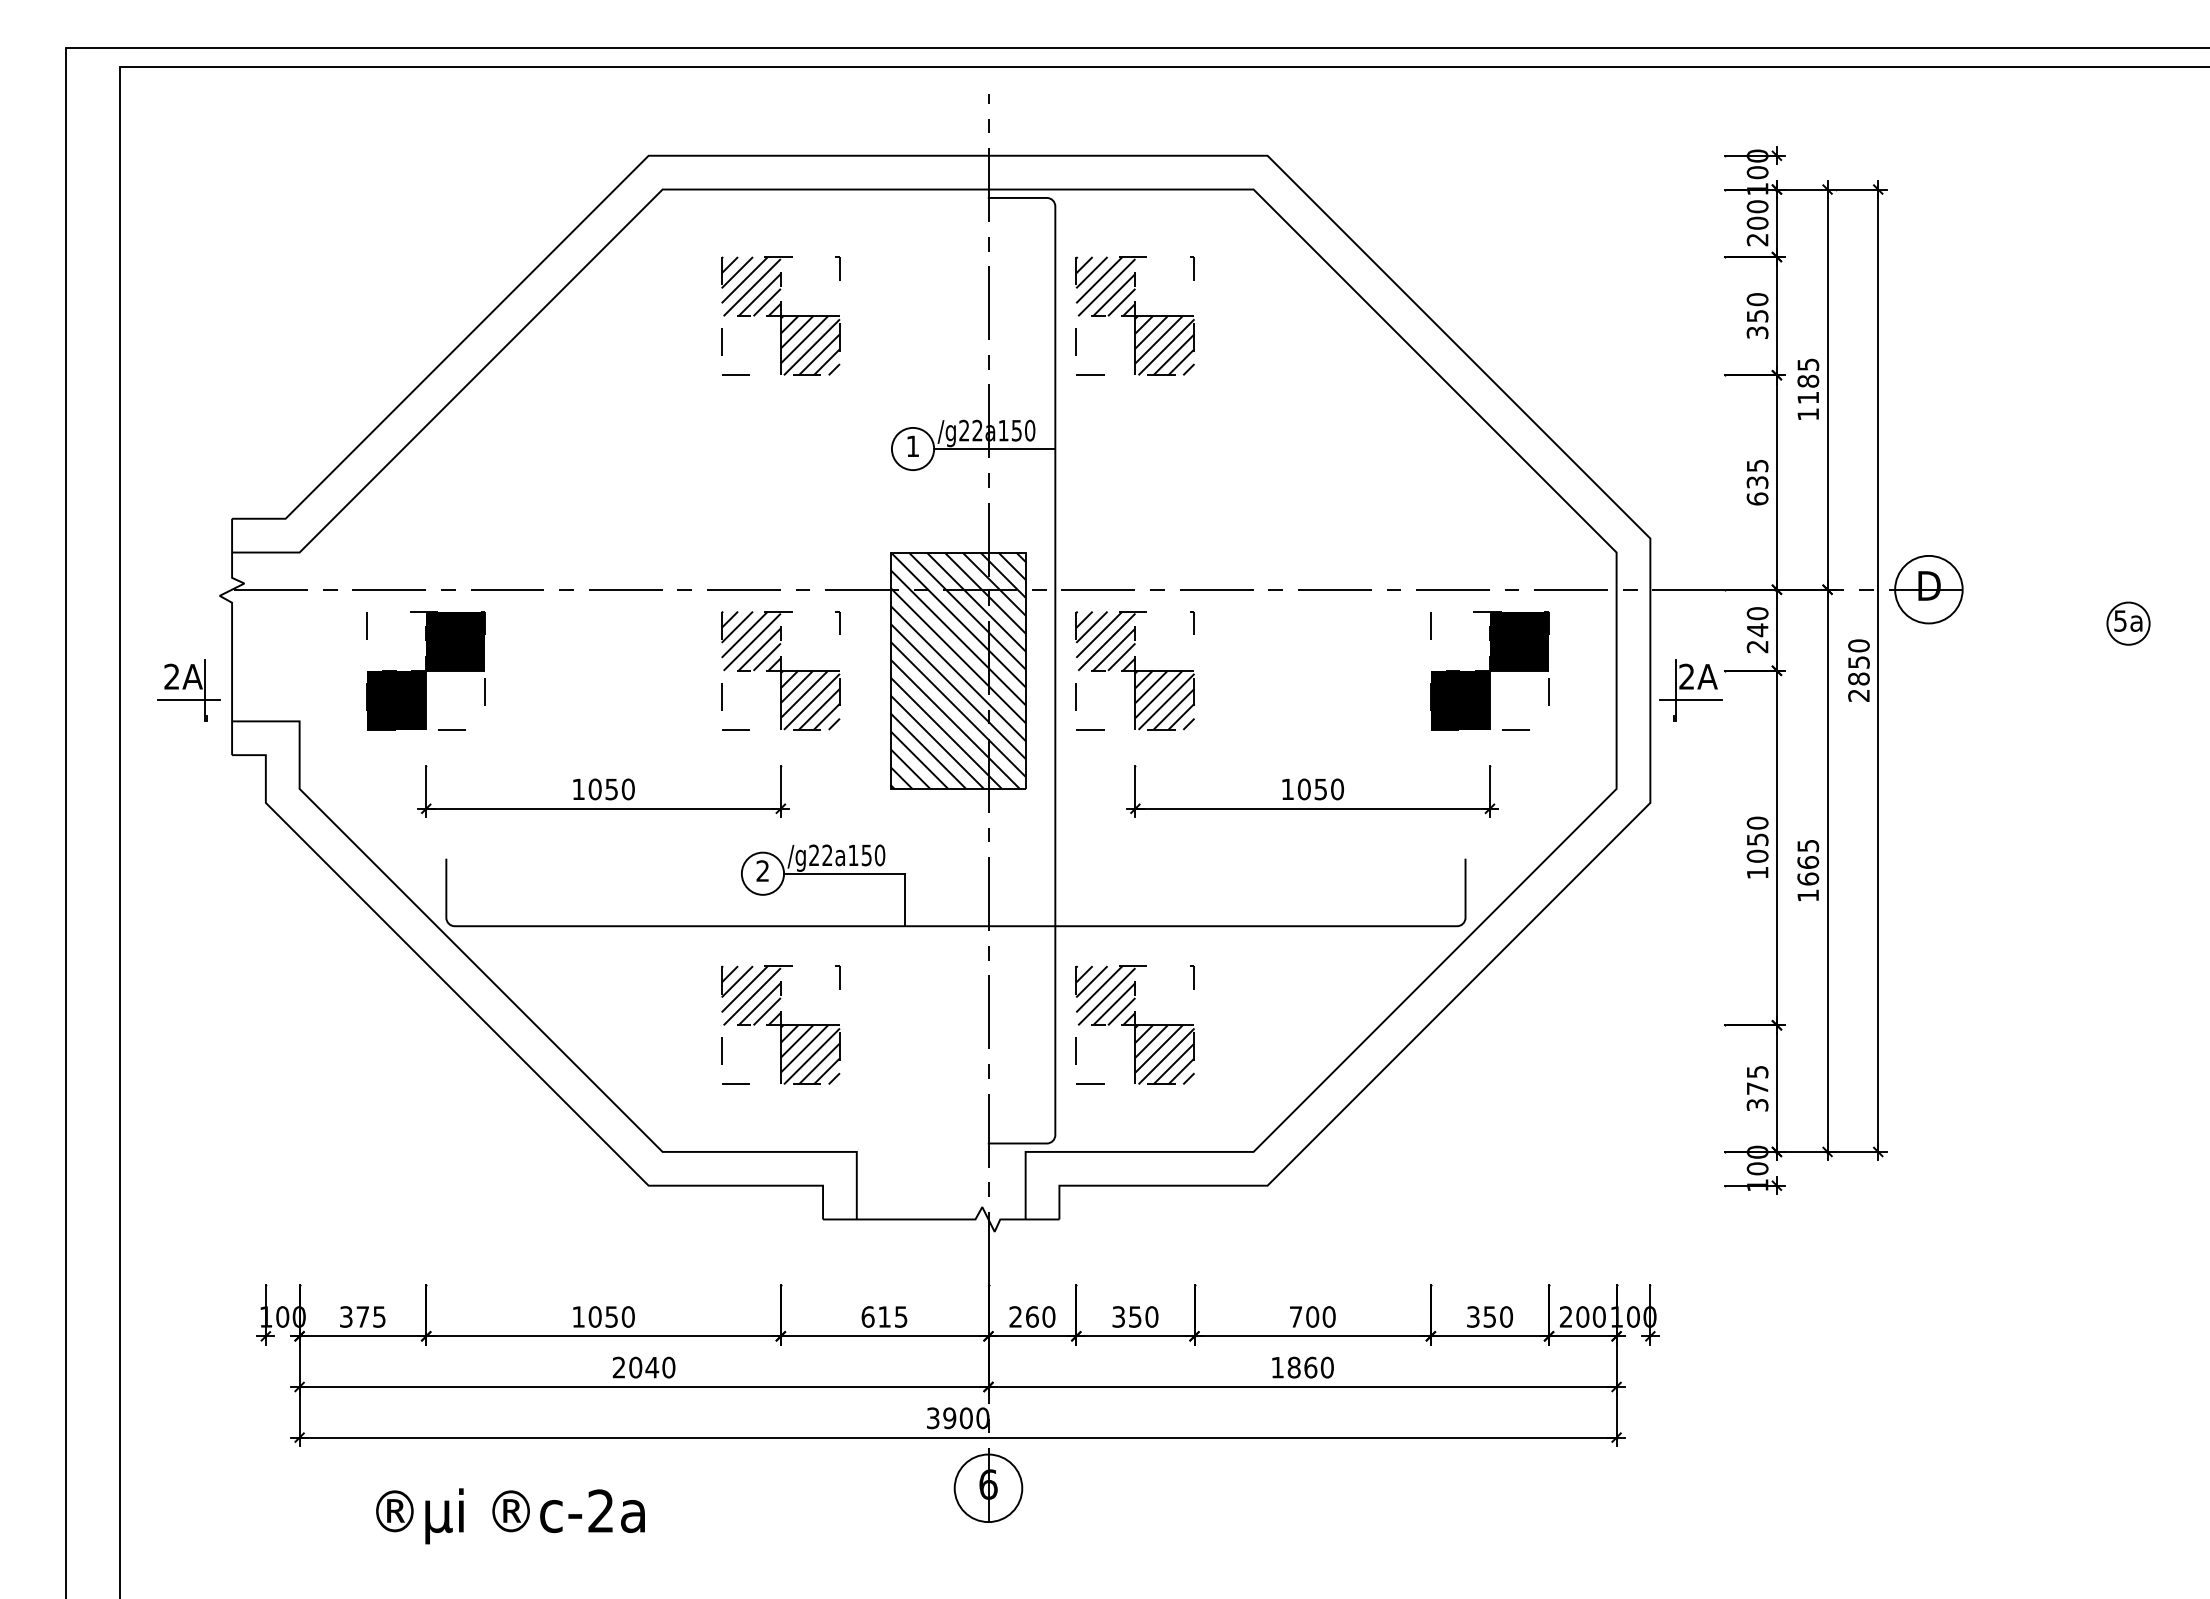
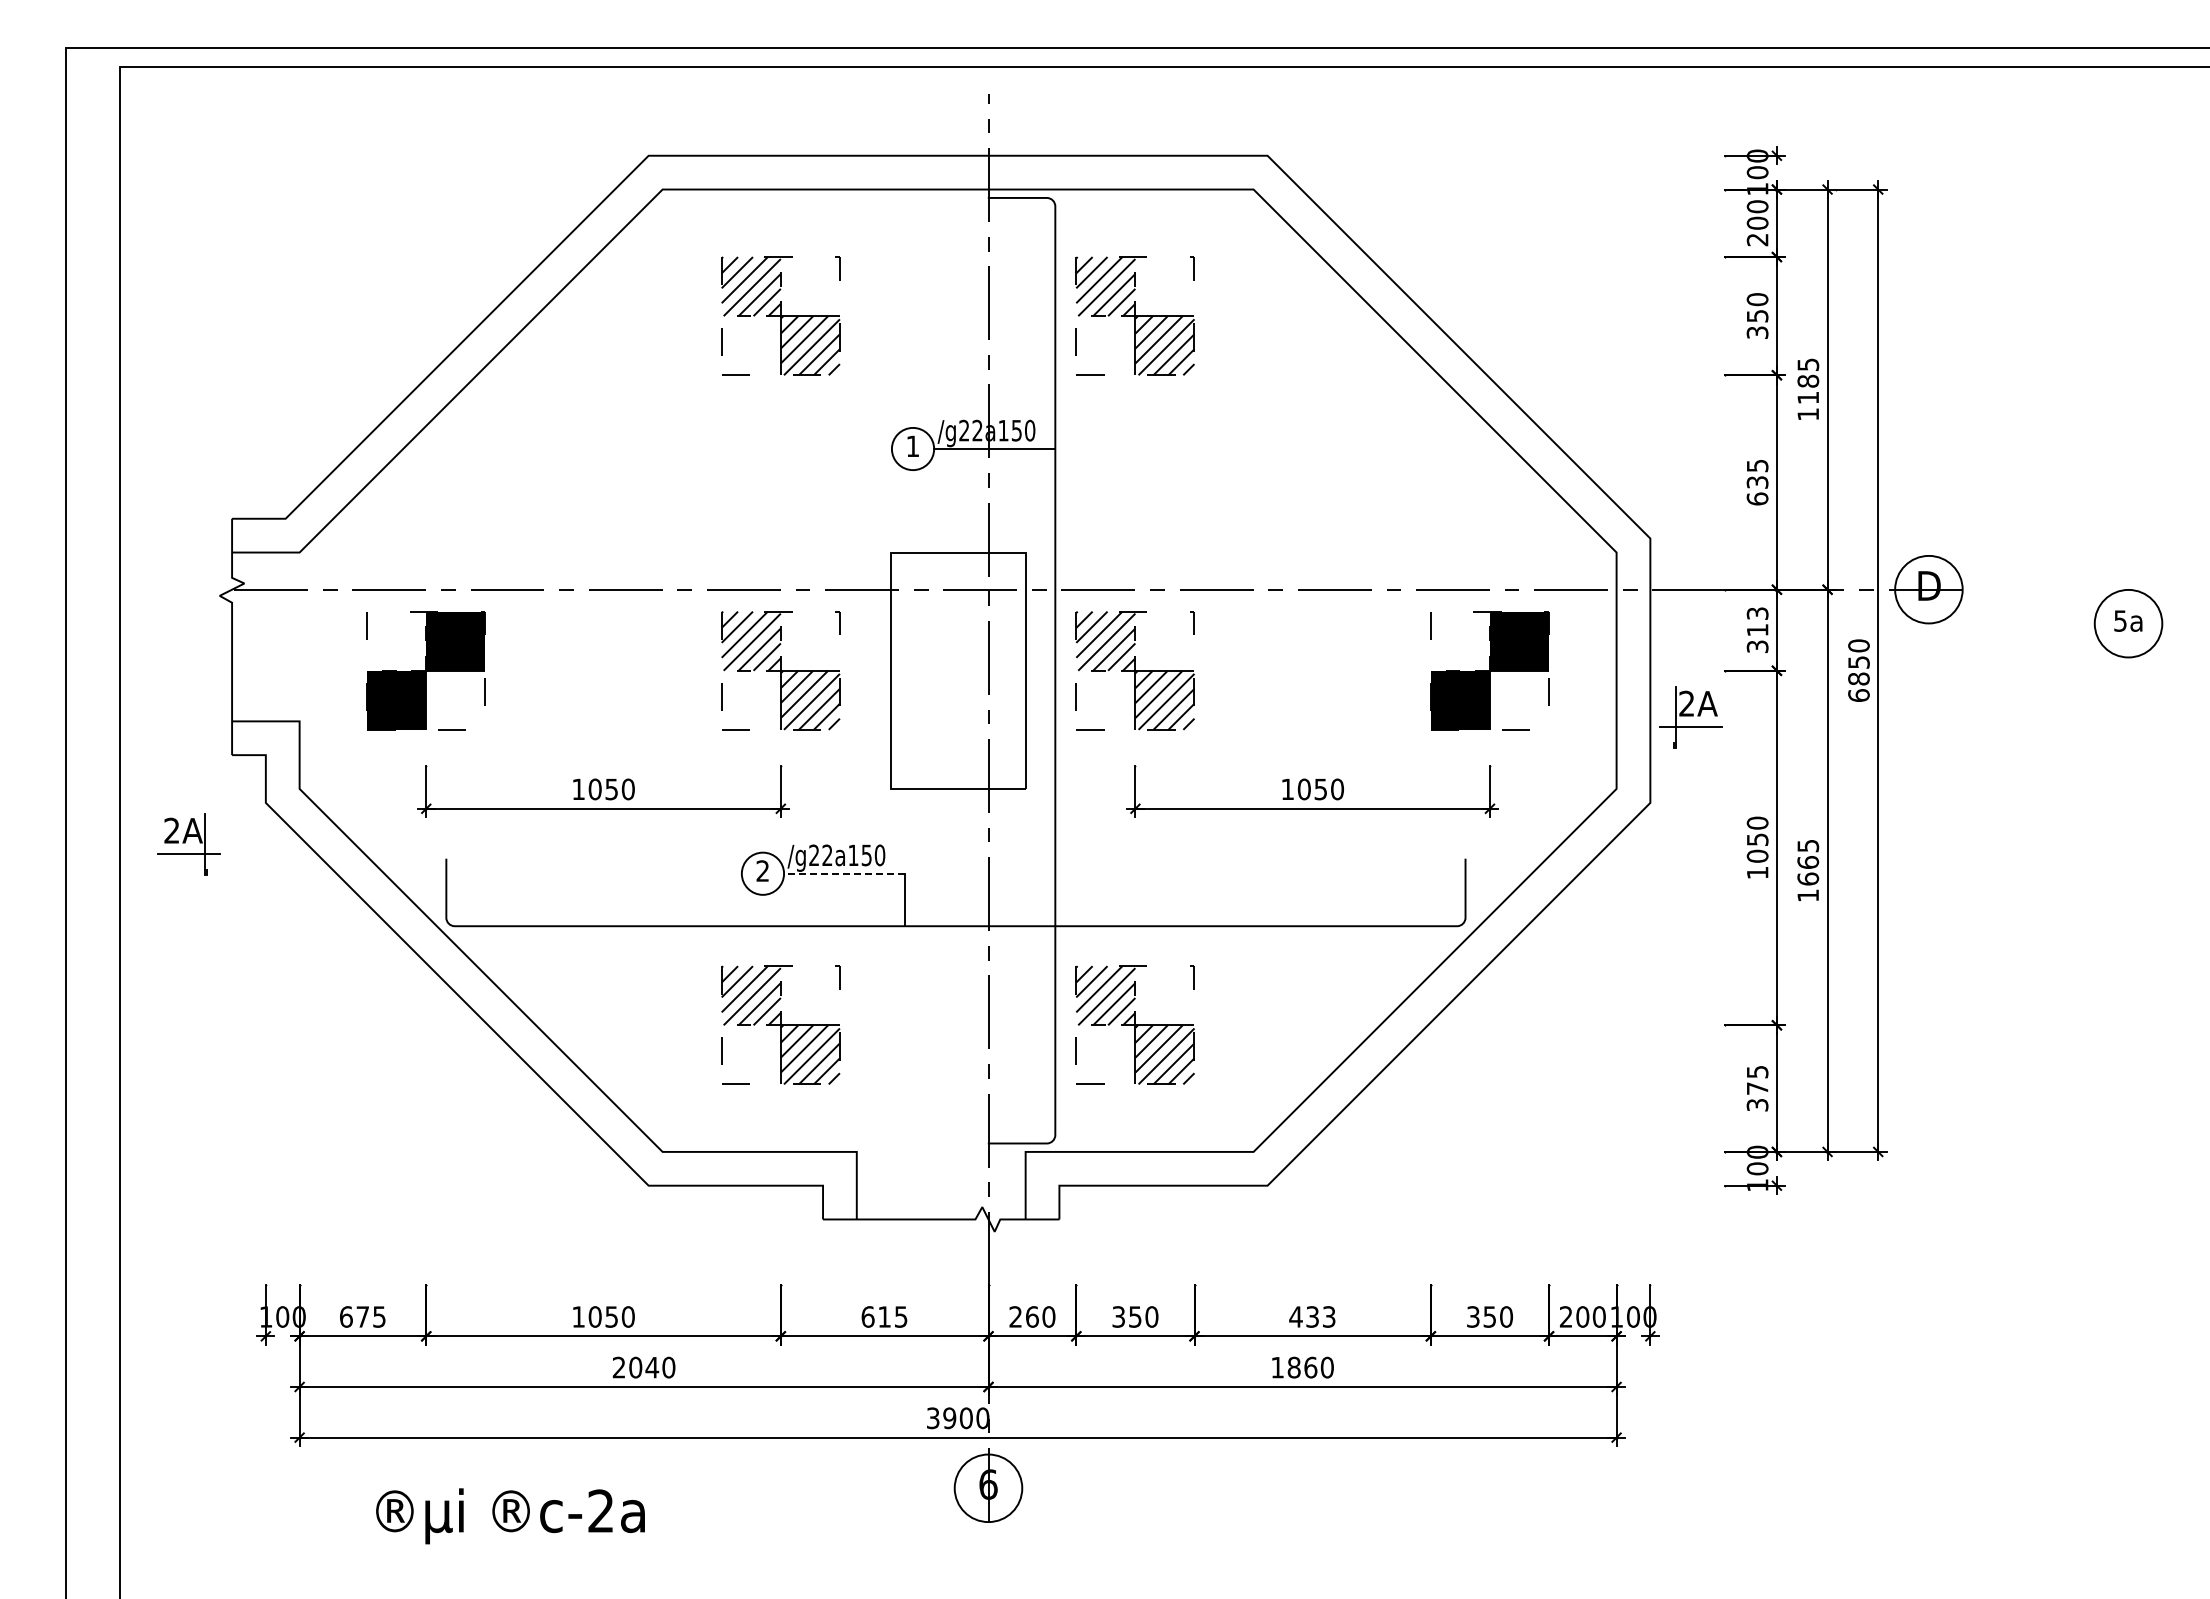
circle at (2128, 623) diameter: 42 px -> 68 px
text at (1757, 630): 240 -> 313
hatch at (957, 670): present -> none
part at (188, 690) position: (188, 690) -> (188, 844)
part at (1690, 690) position: (1690, 690) -> (1690, 717)
text at (1858, 695): 2850 -> 6850
line at (844, 873): solid -> dashed
text at (346, 1316): 375 -> 675
text at (1312, 1316): 700 -> 433
